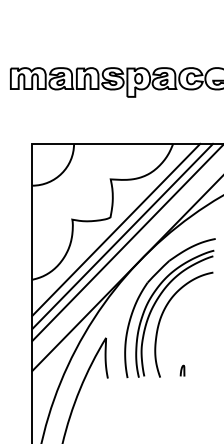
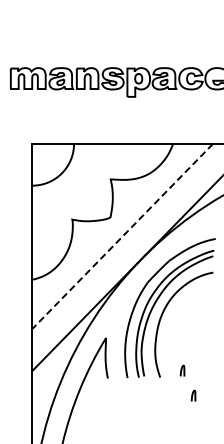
line at (116, 229): present -> none
line at (122, 236): solid -> dashed
line at (126, 244): present -> none
curve at (193, 395): none -> present
